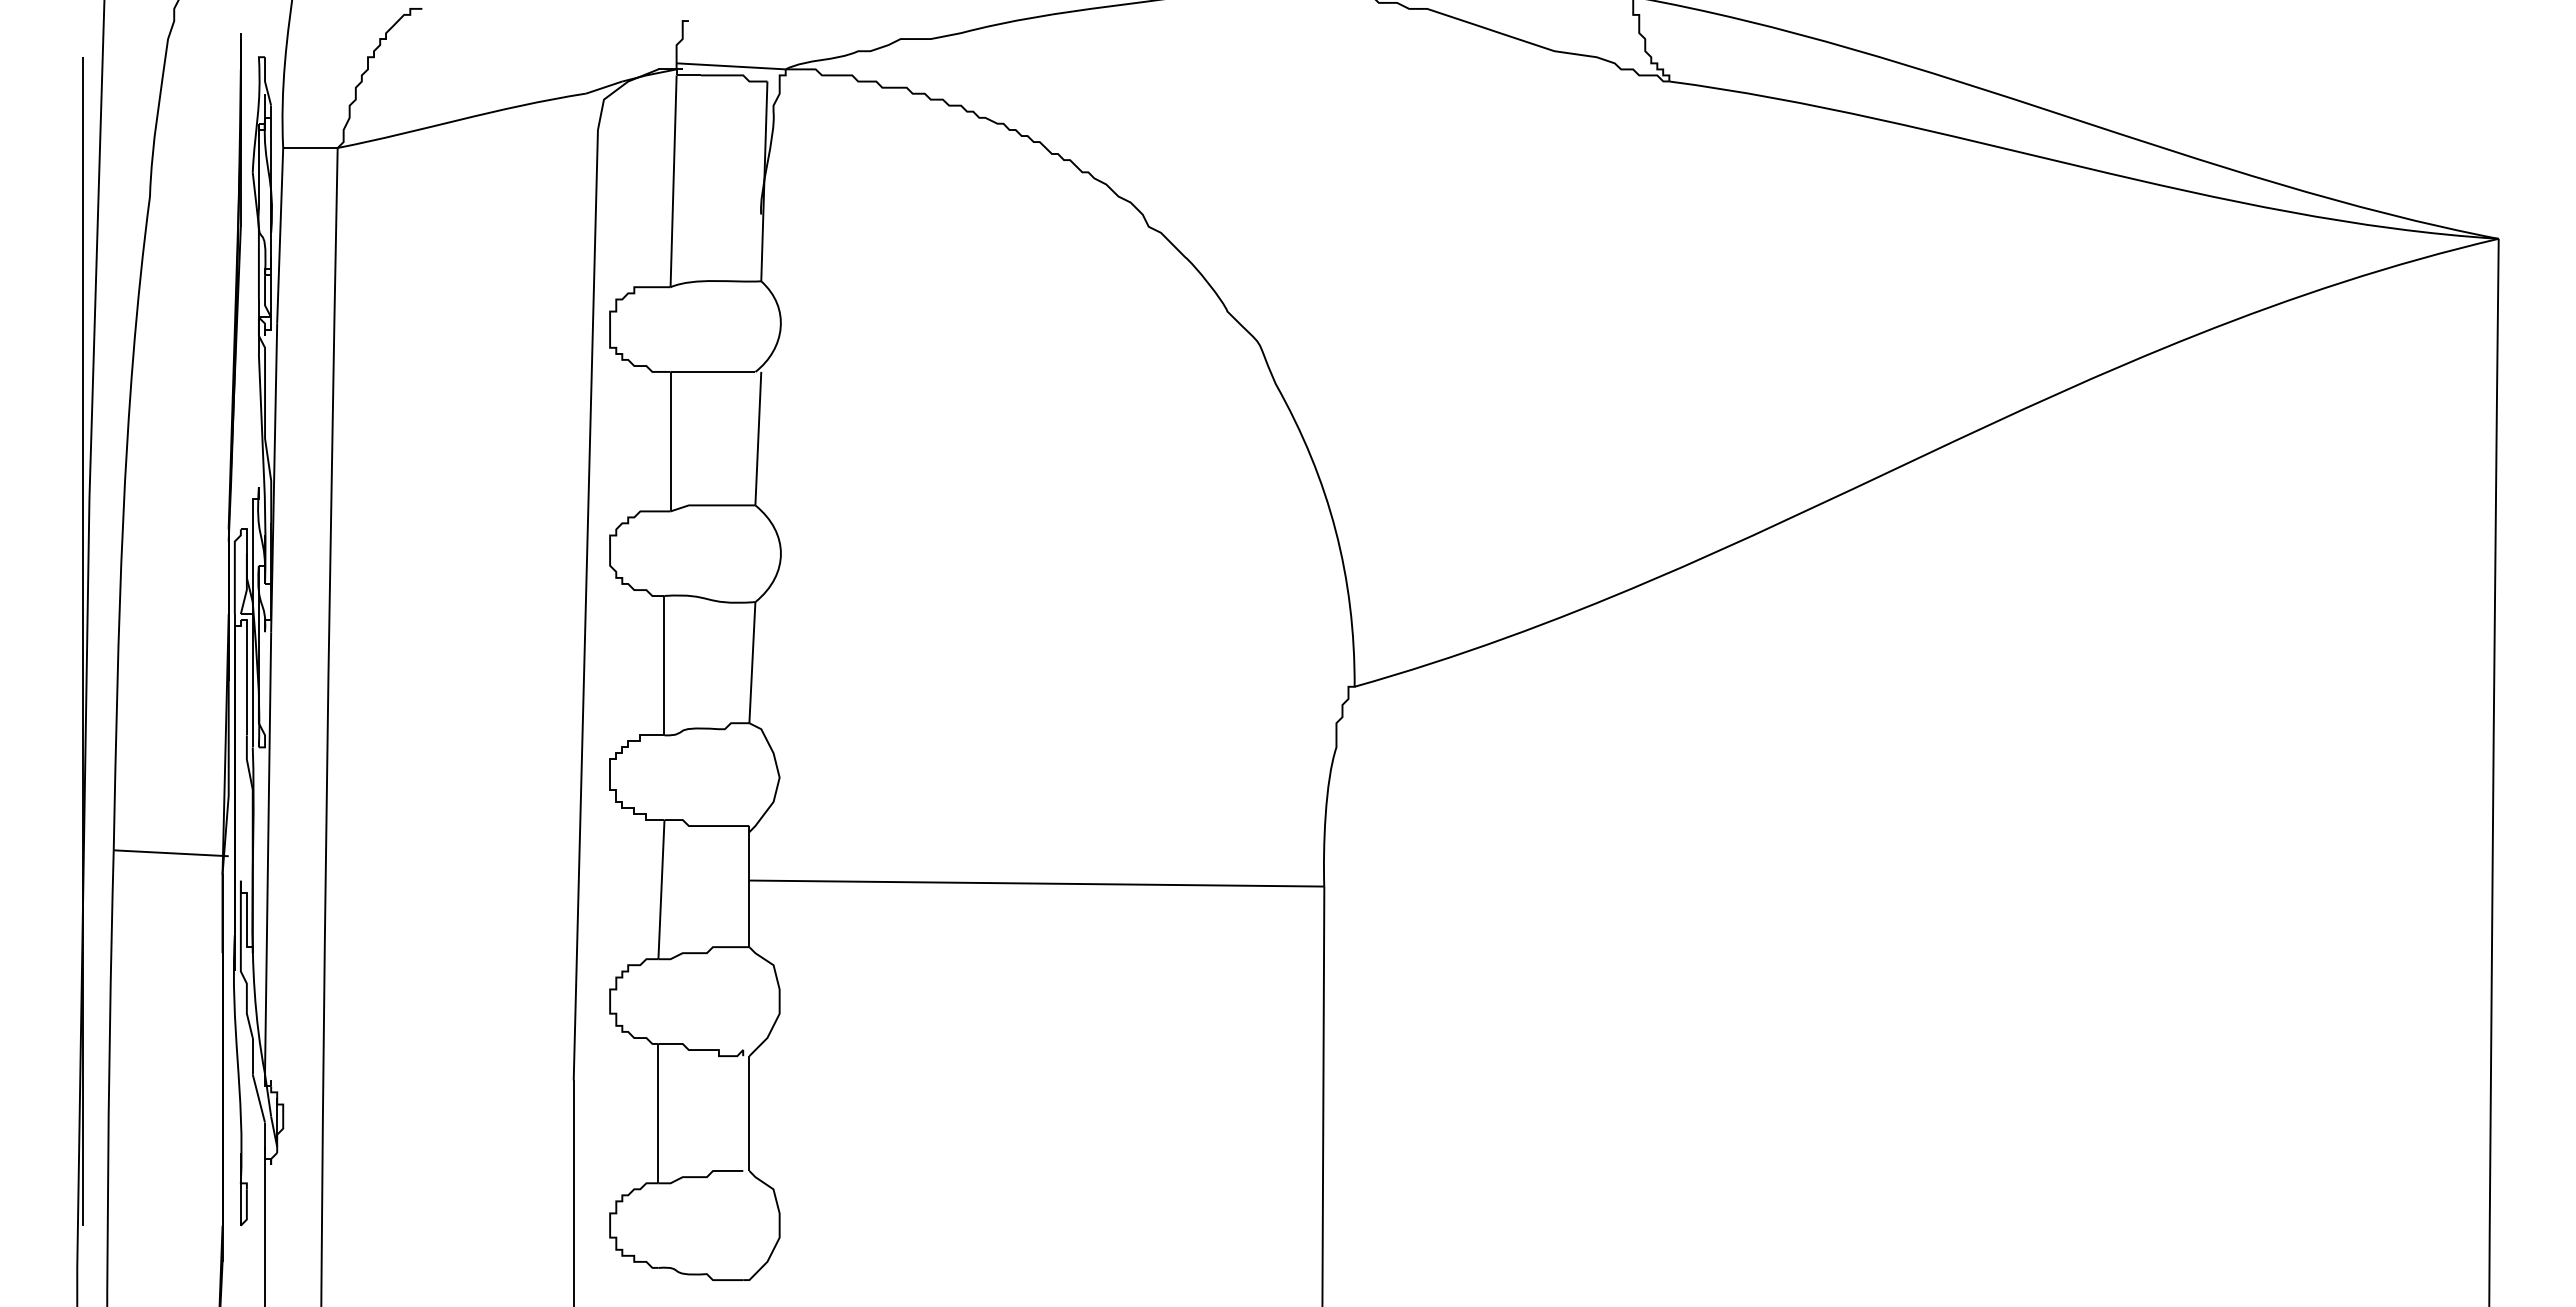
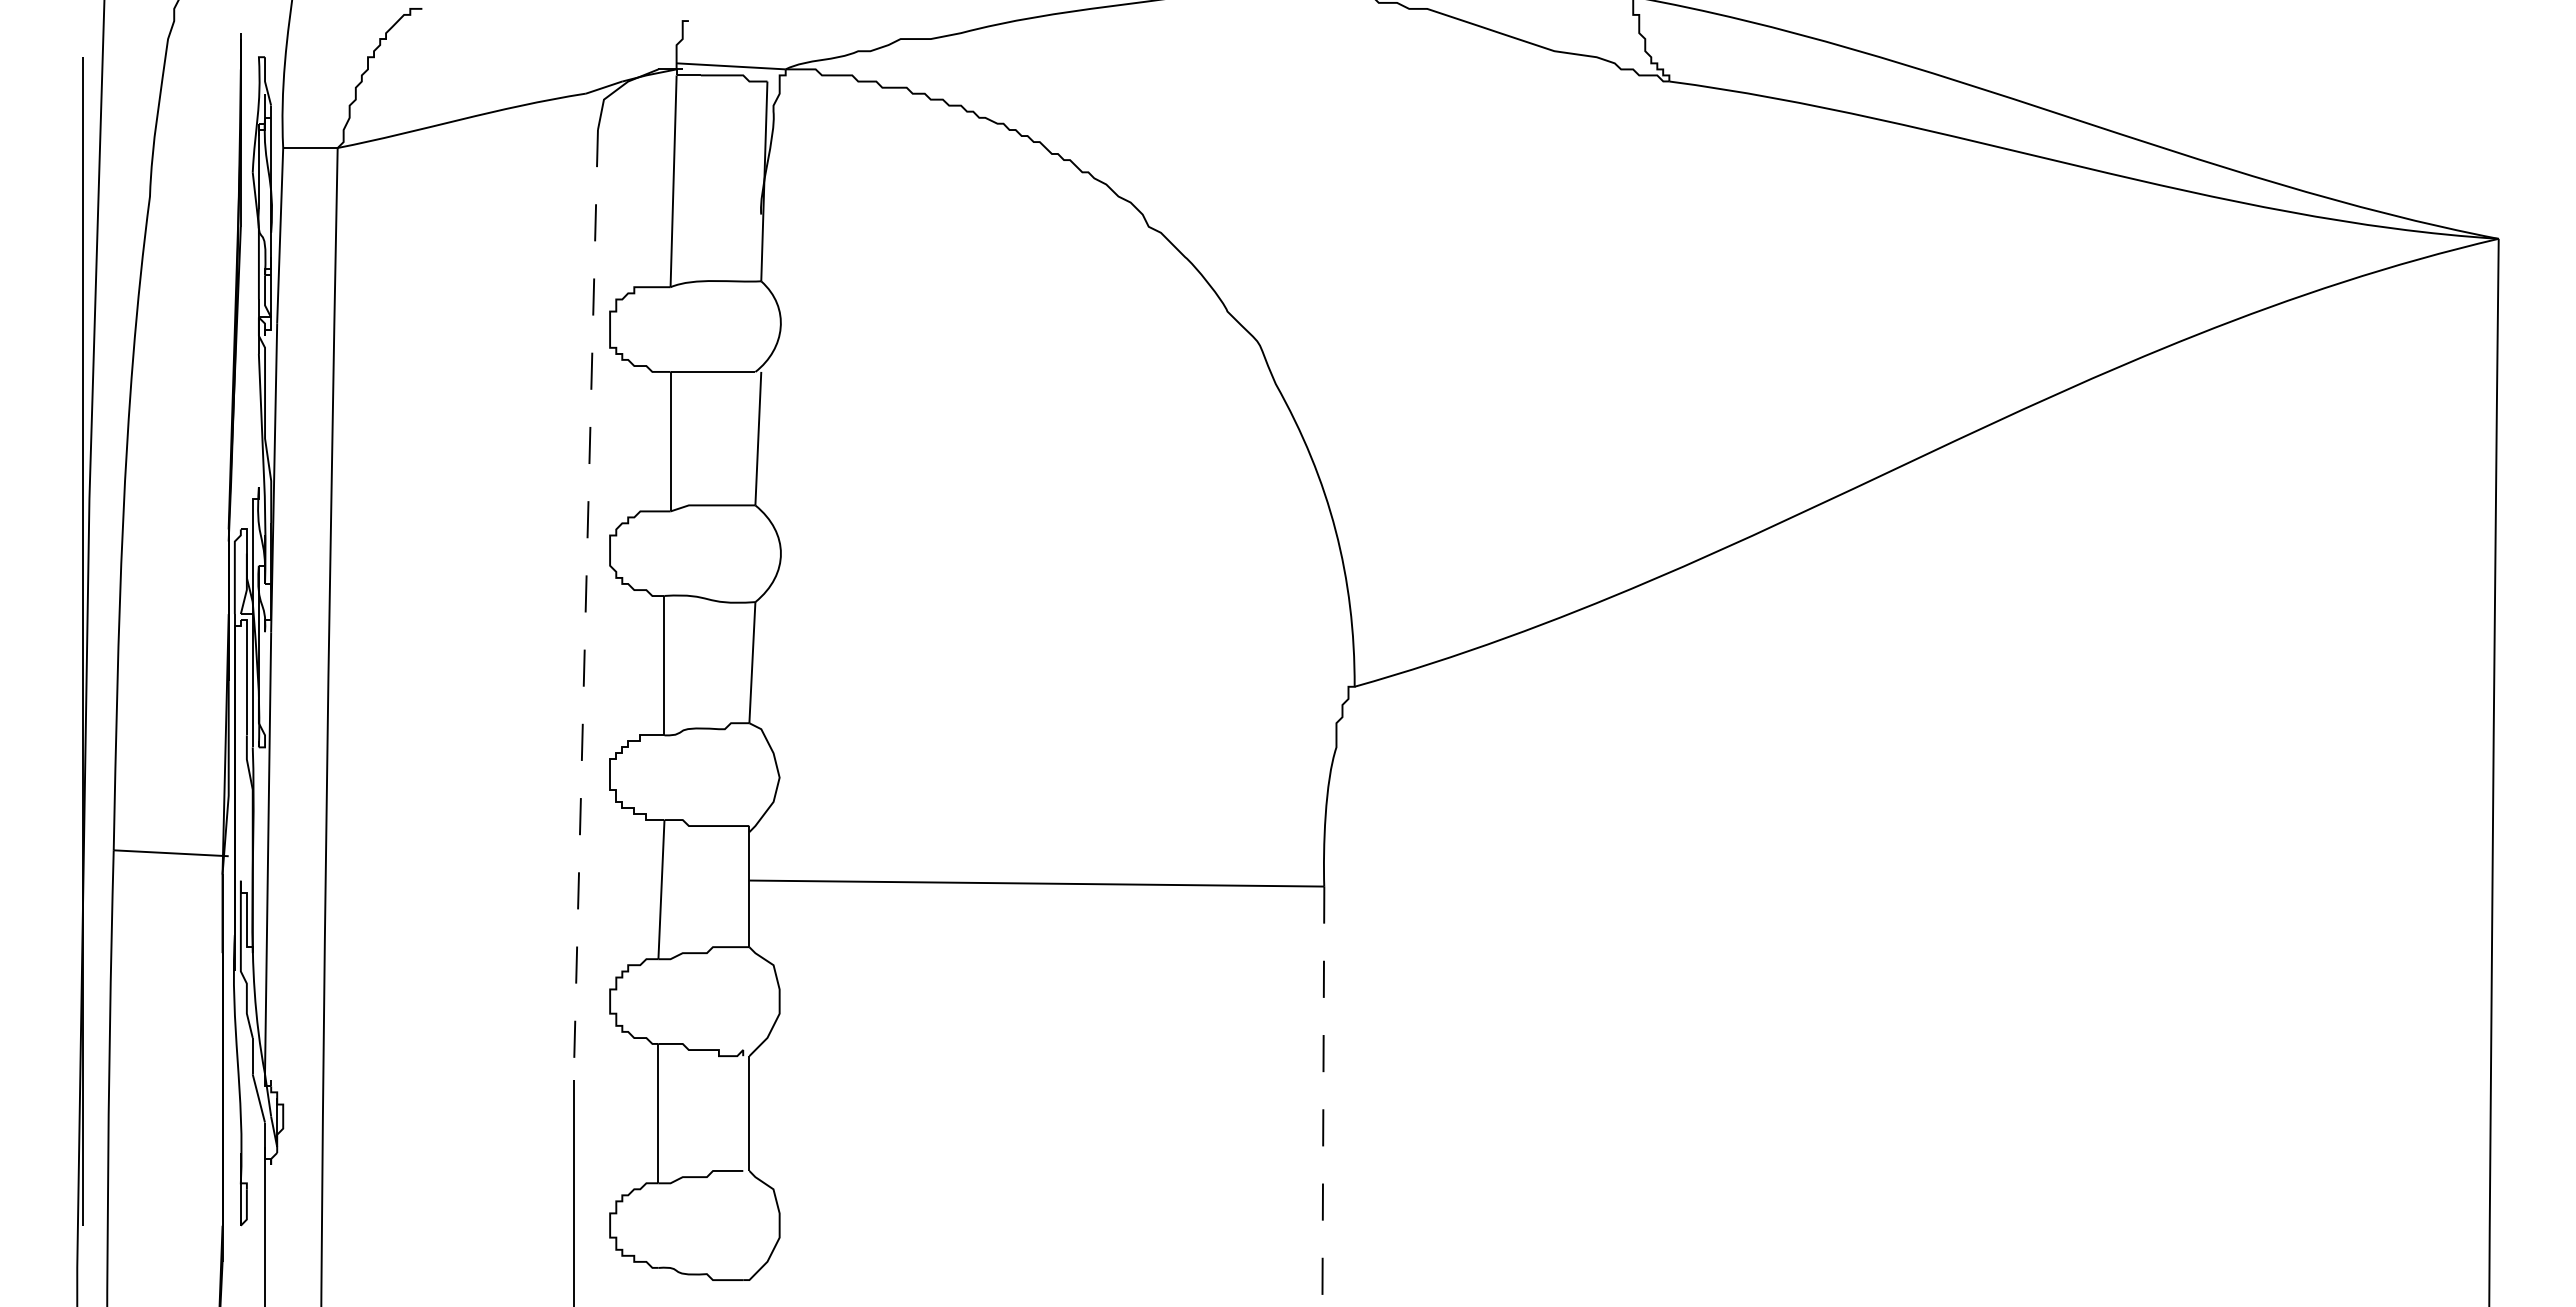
line at (585, 605): solid -> dashed
line at (1323, 1096): solid -> dashed
